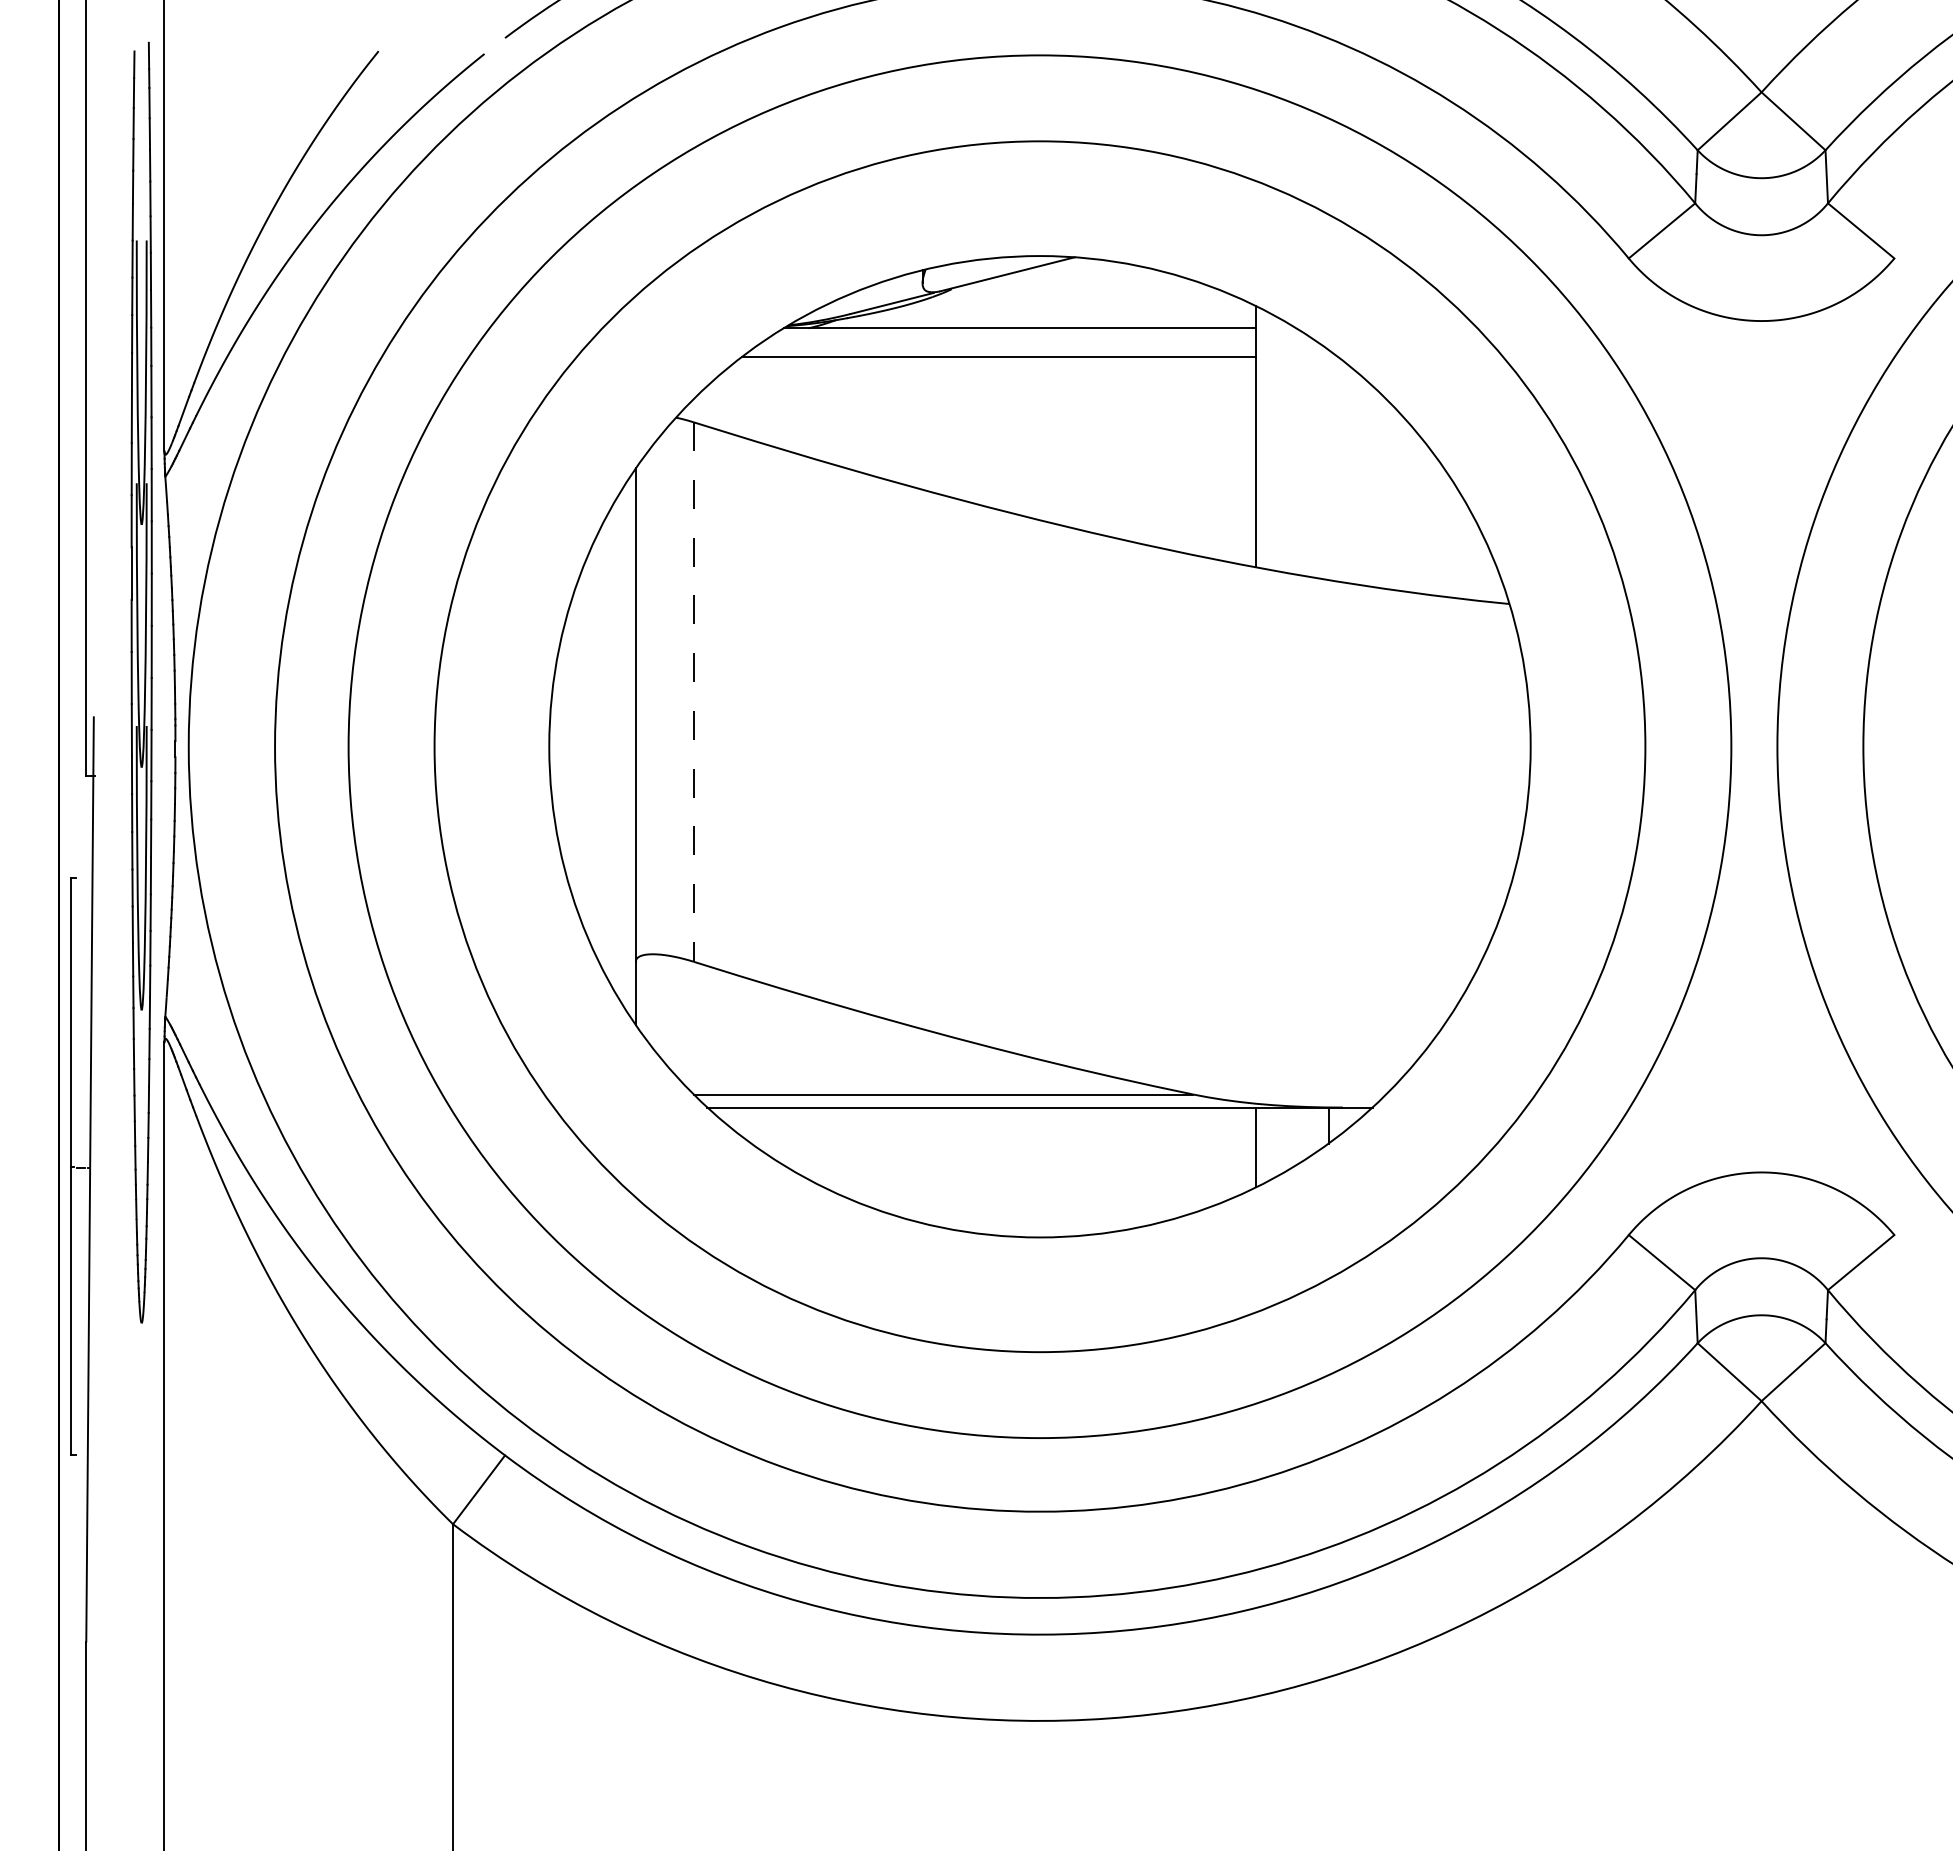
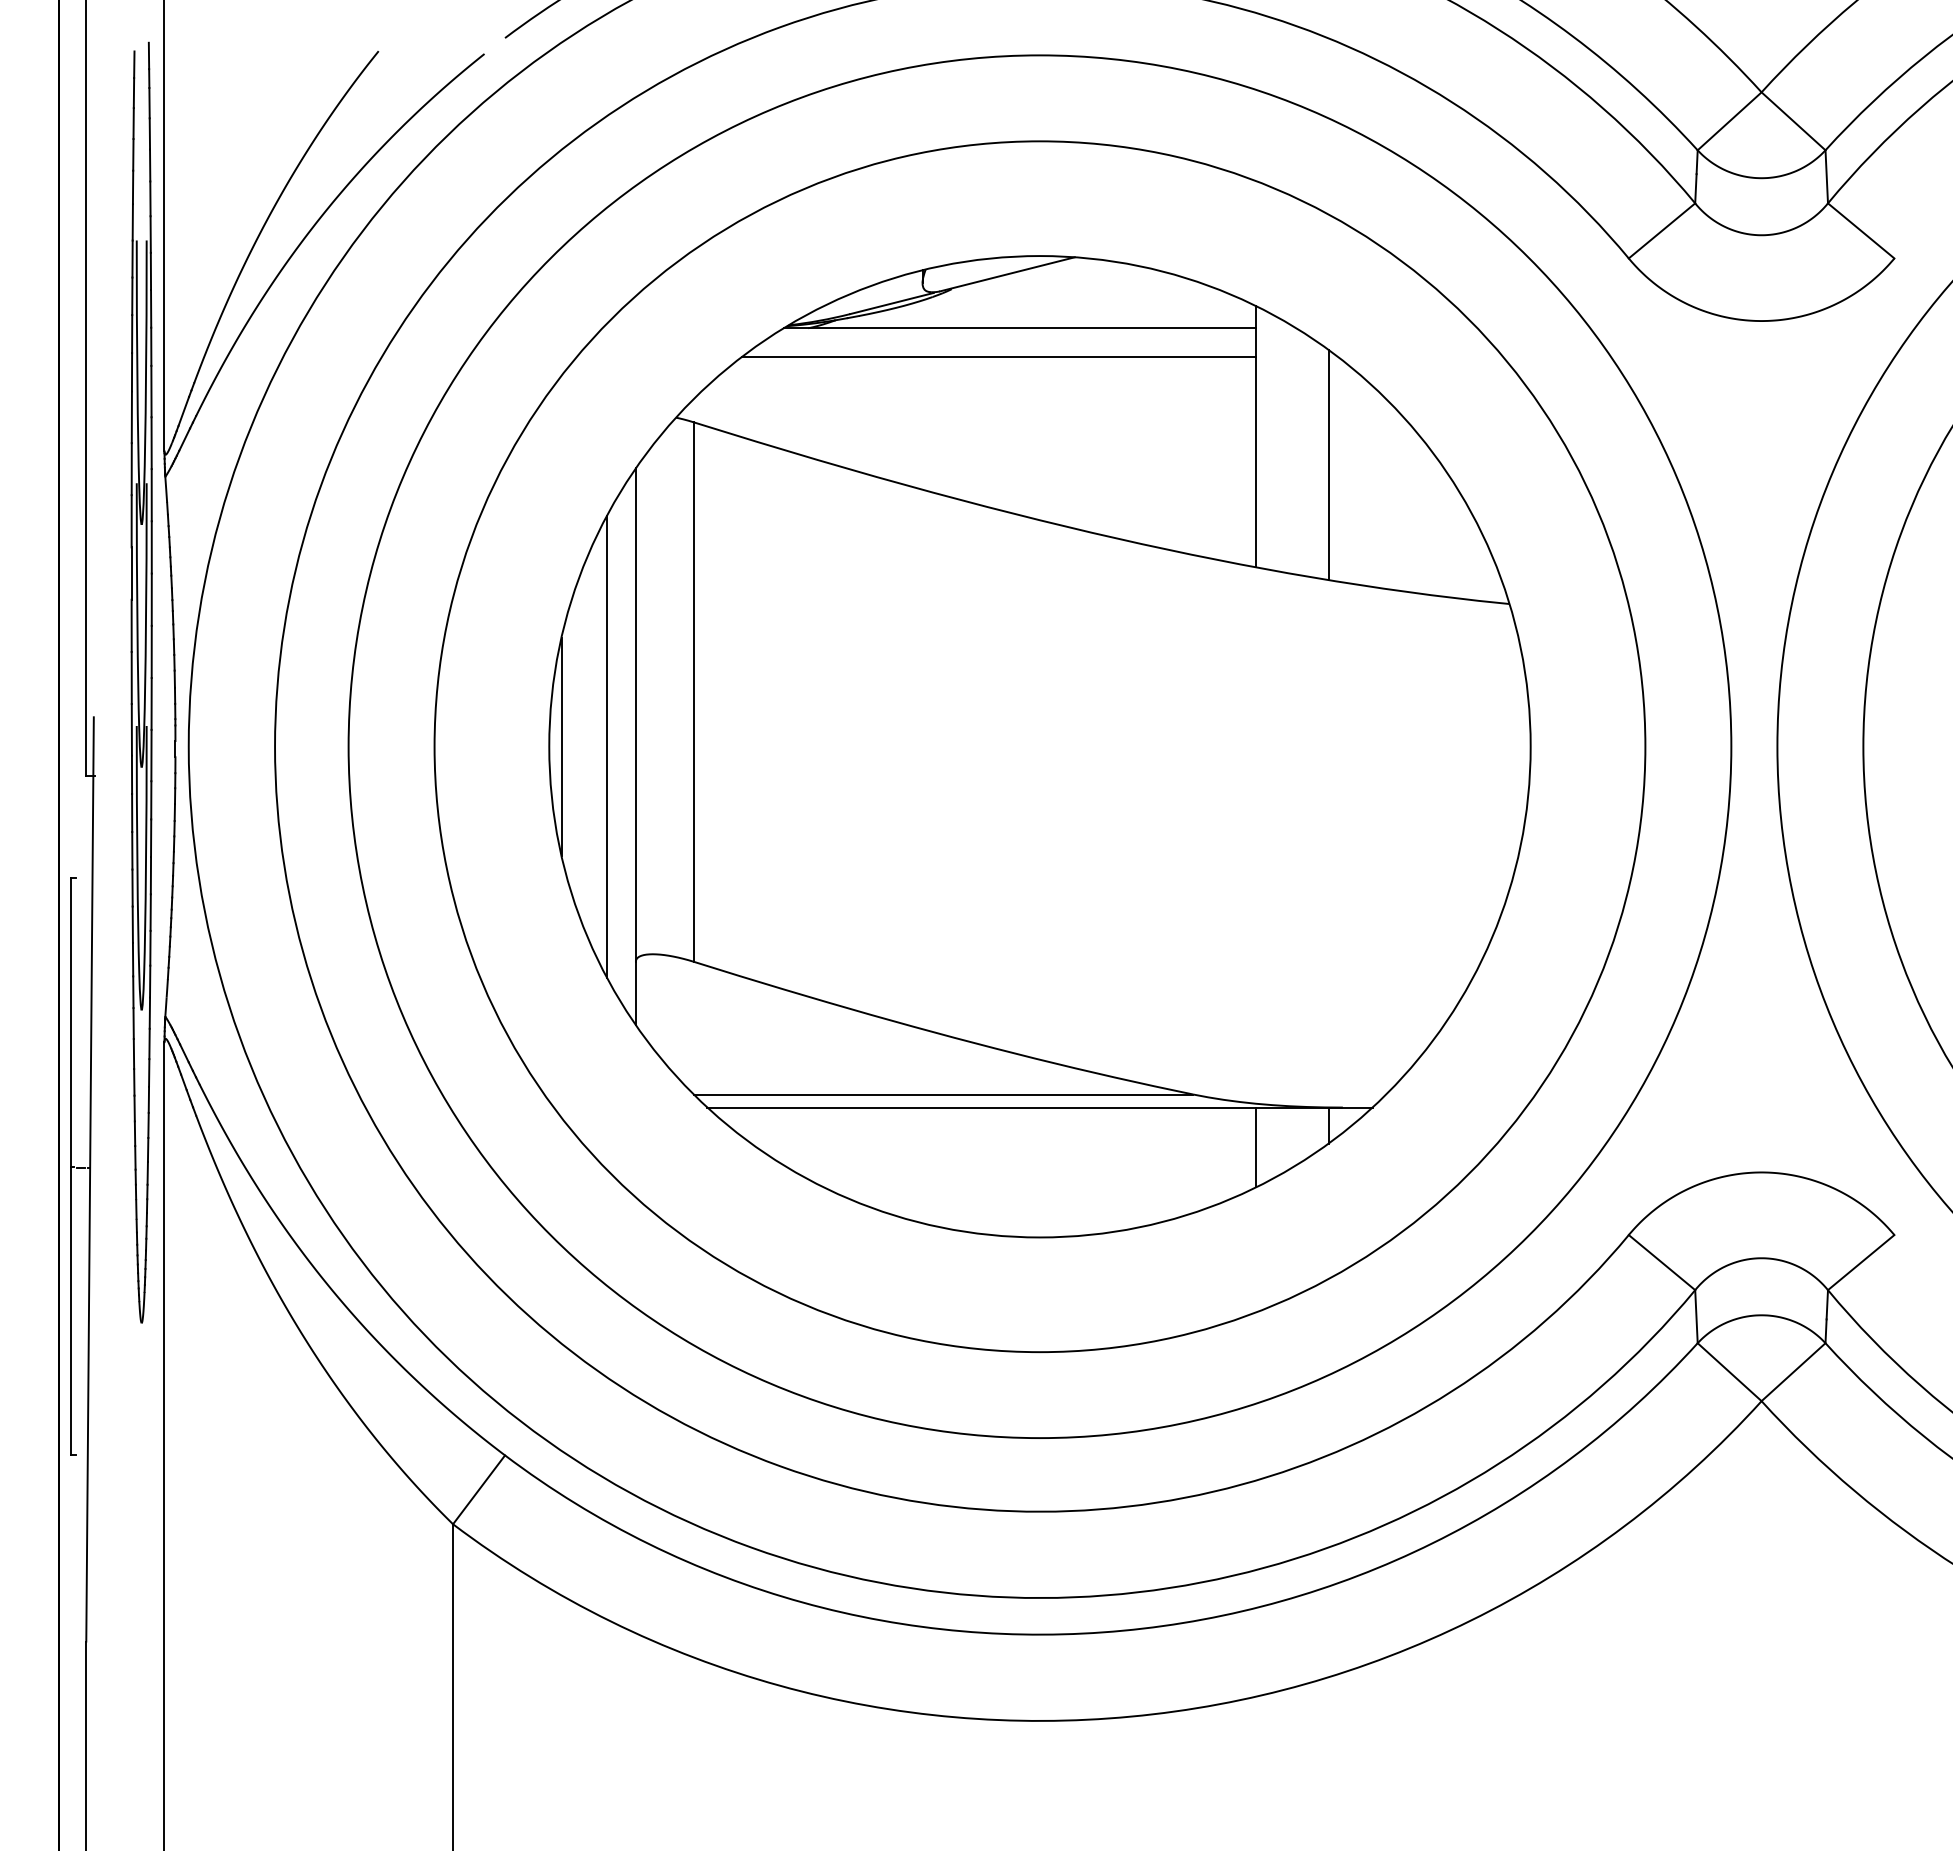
line at (1328, 464): none -> present
line at (693, 692): dashed -> solid
line at (561, 746): none -> present
line at (607, 746): none -> present
